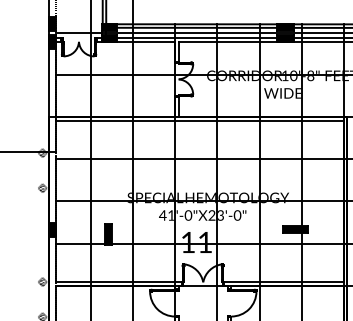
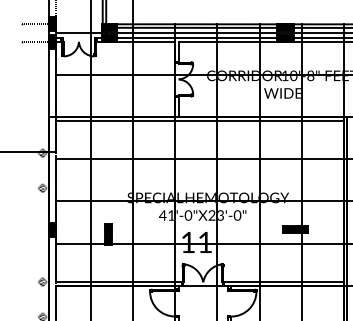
line at (35, 24): none -> present
line at (35, 42): none -> present
